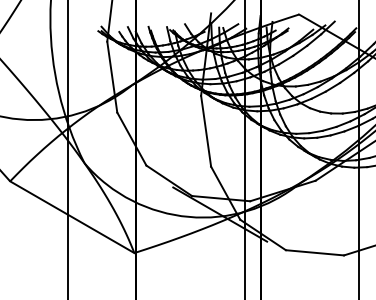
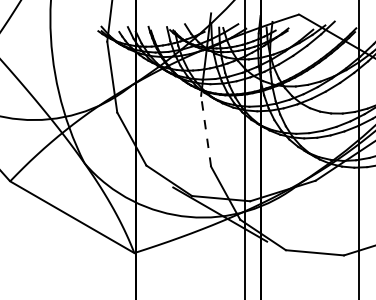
line at (206, 131): solid -> dashed
line at (68, 149): present -> none
